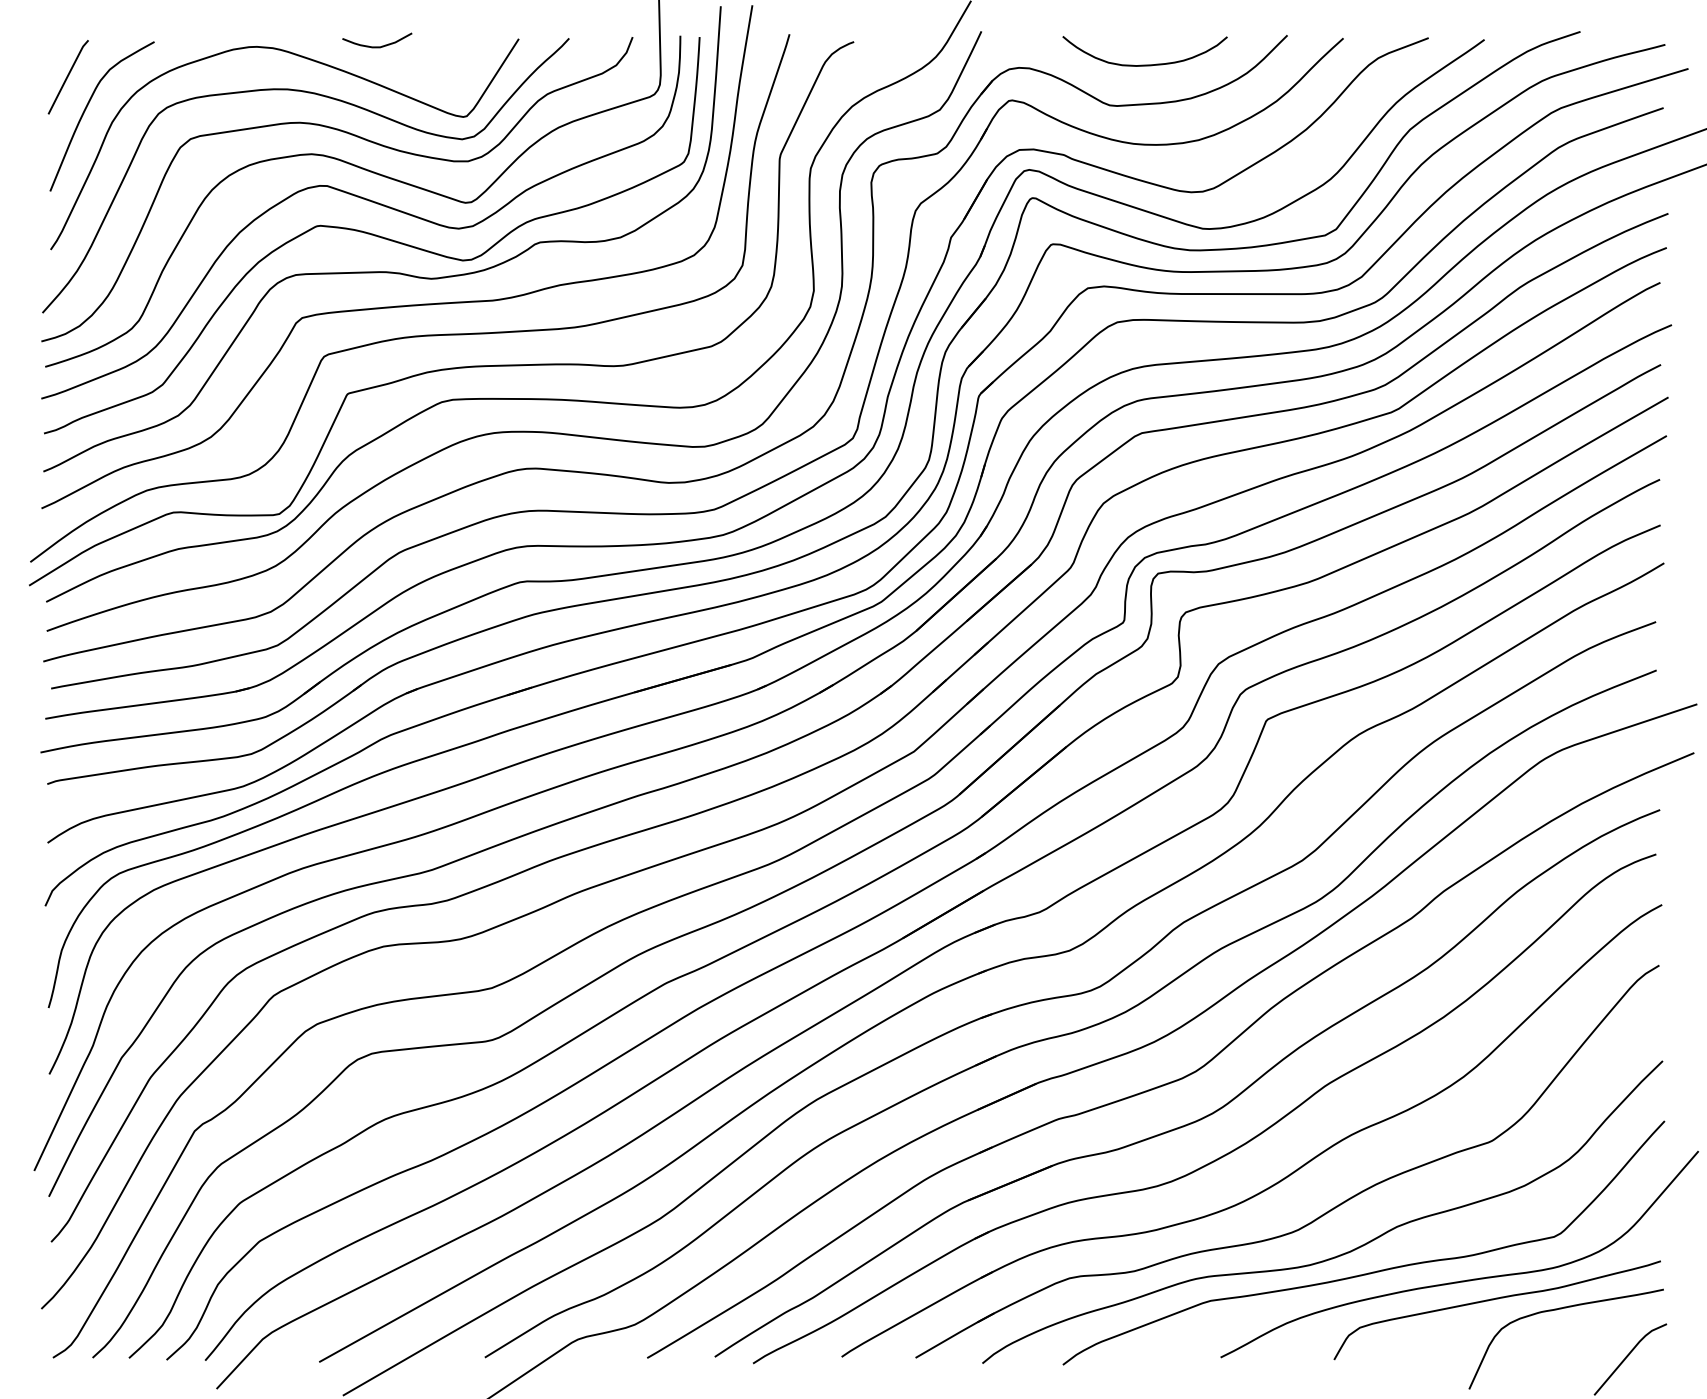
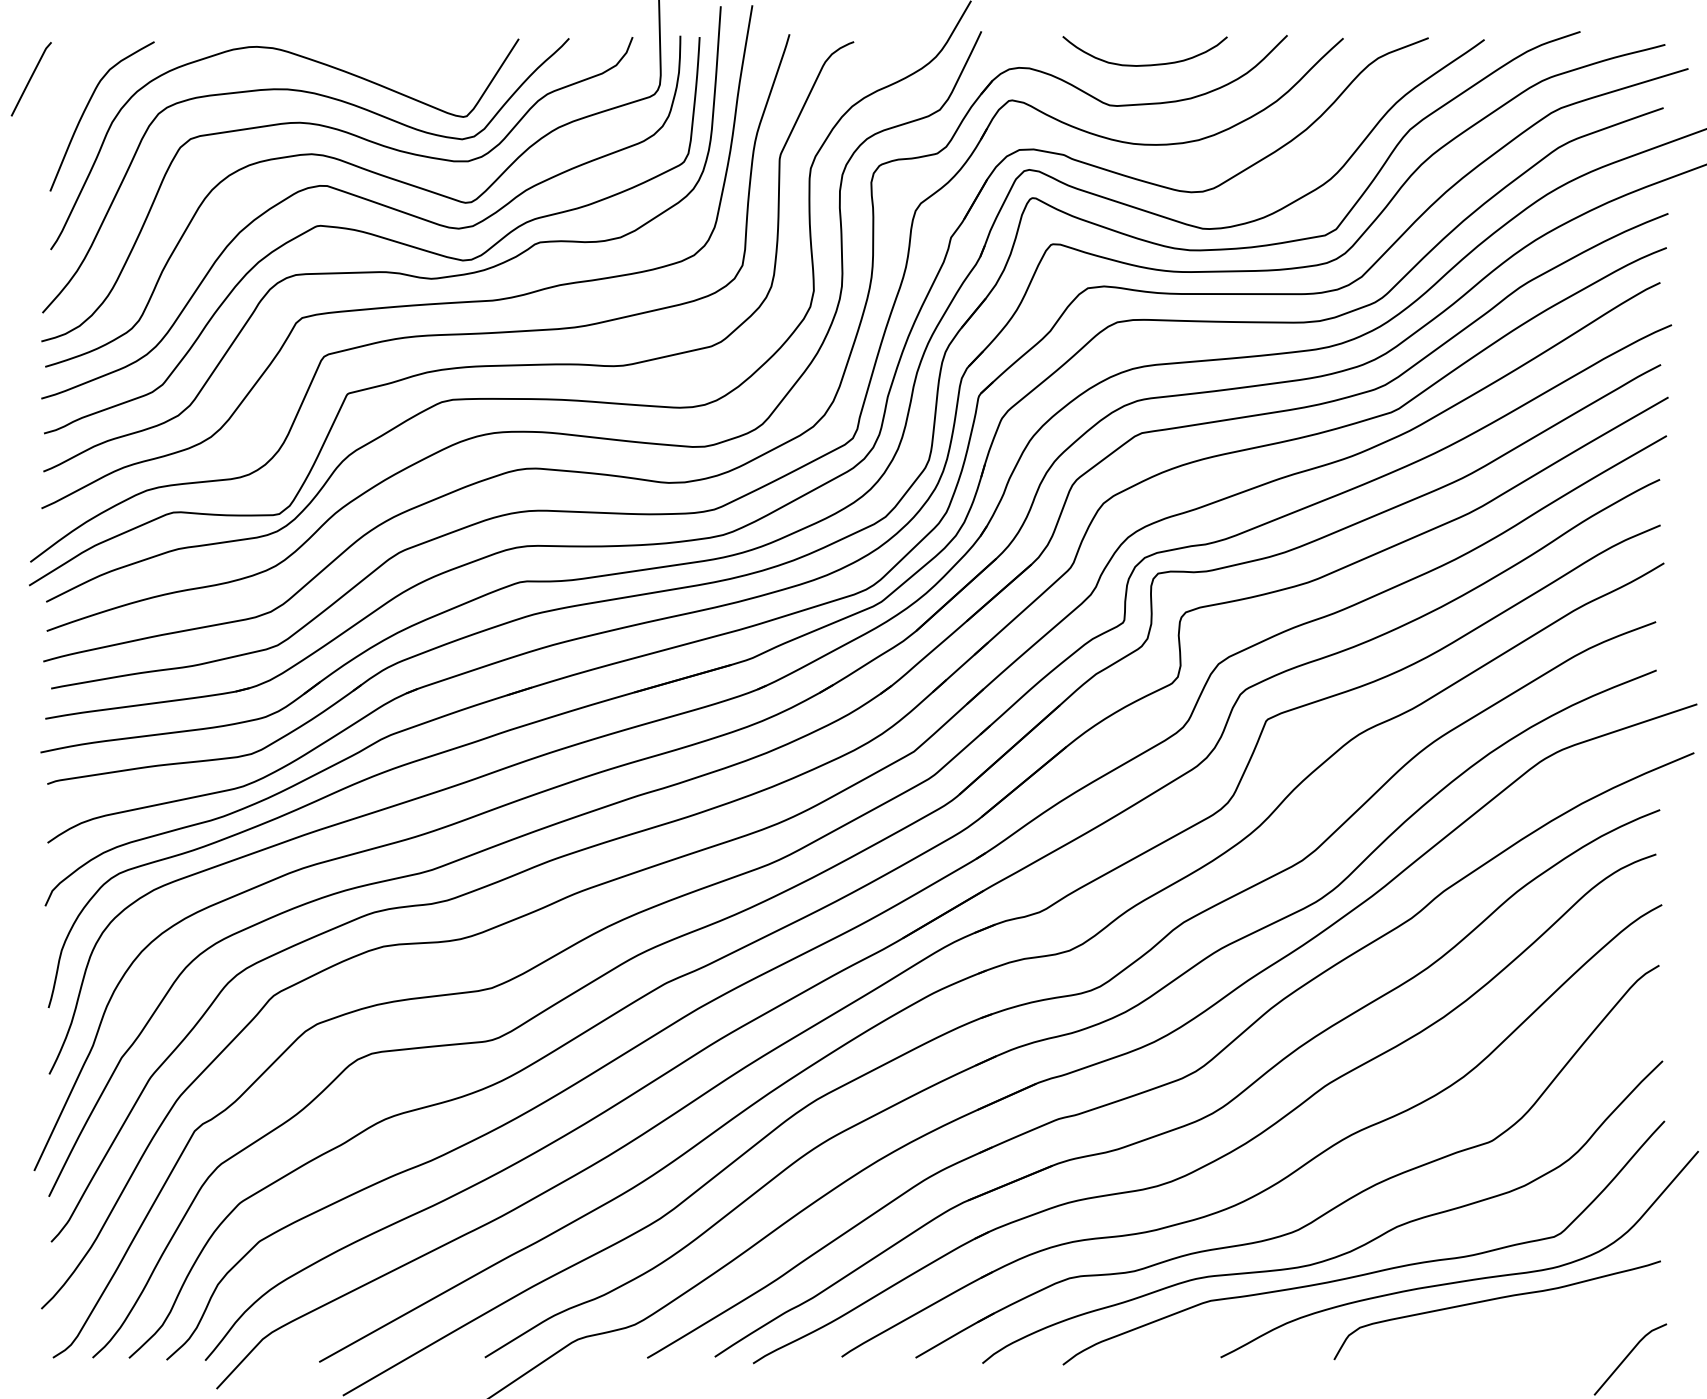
curve at (377, 46): present -> none
curve at (67, 77) position: (67, 77) -> (30, 79)
curve at (1561, 1309): present -> none
